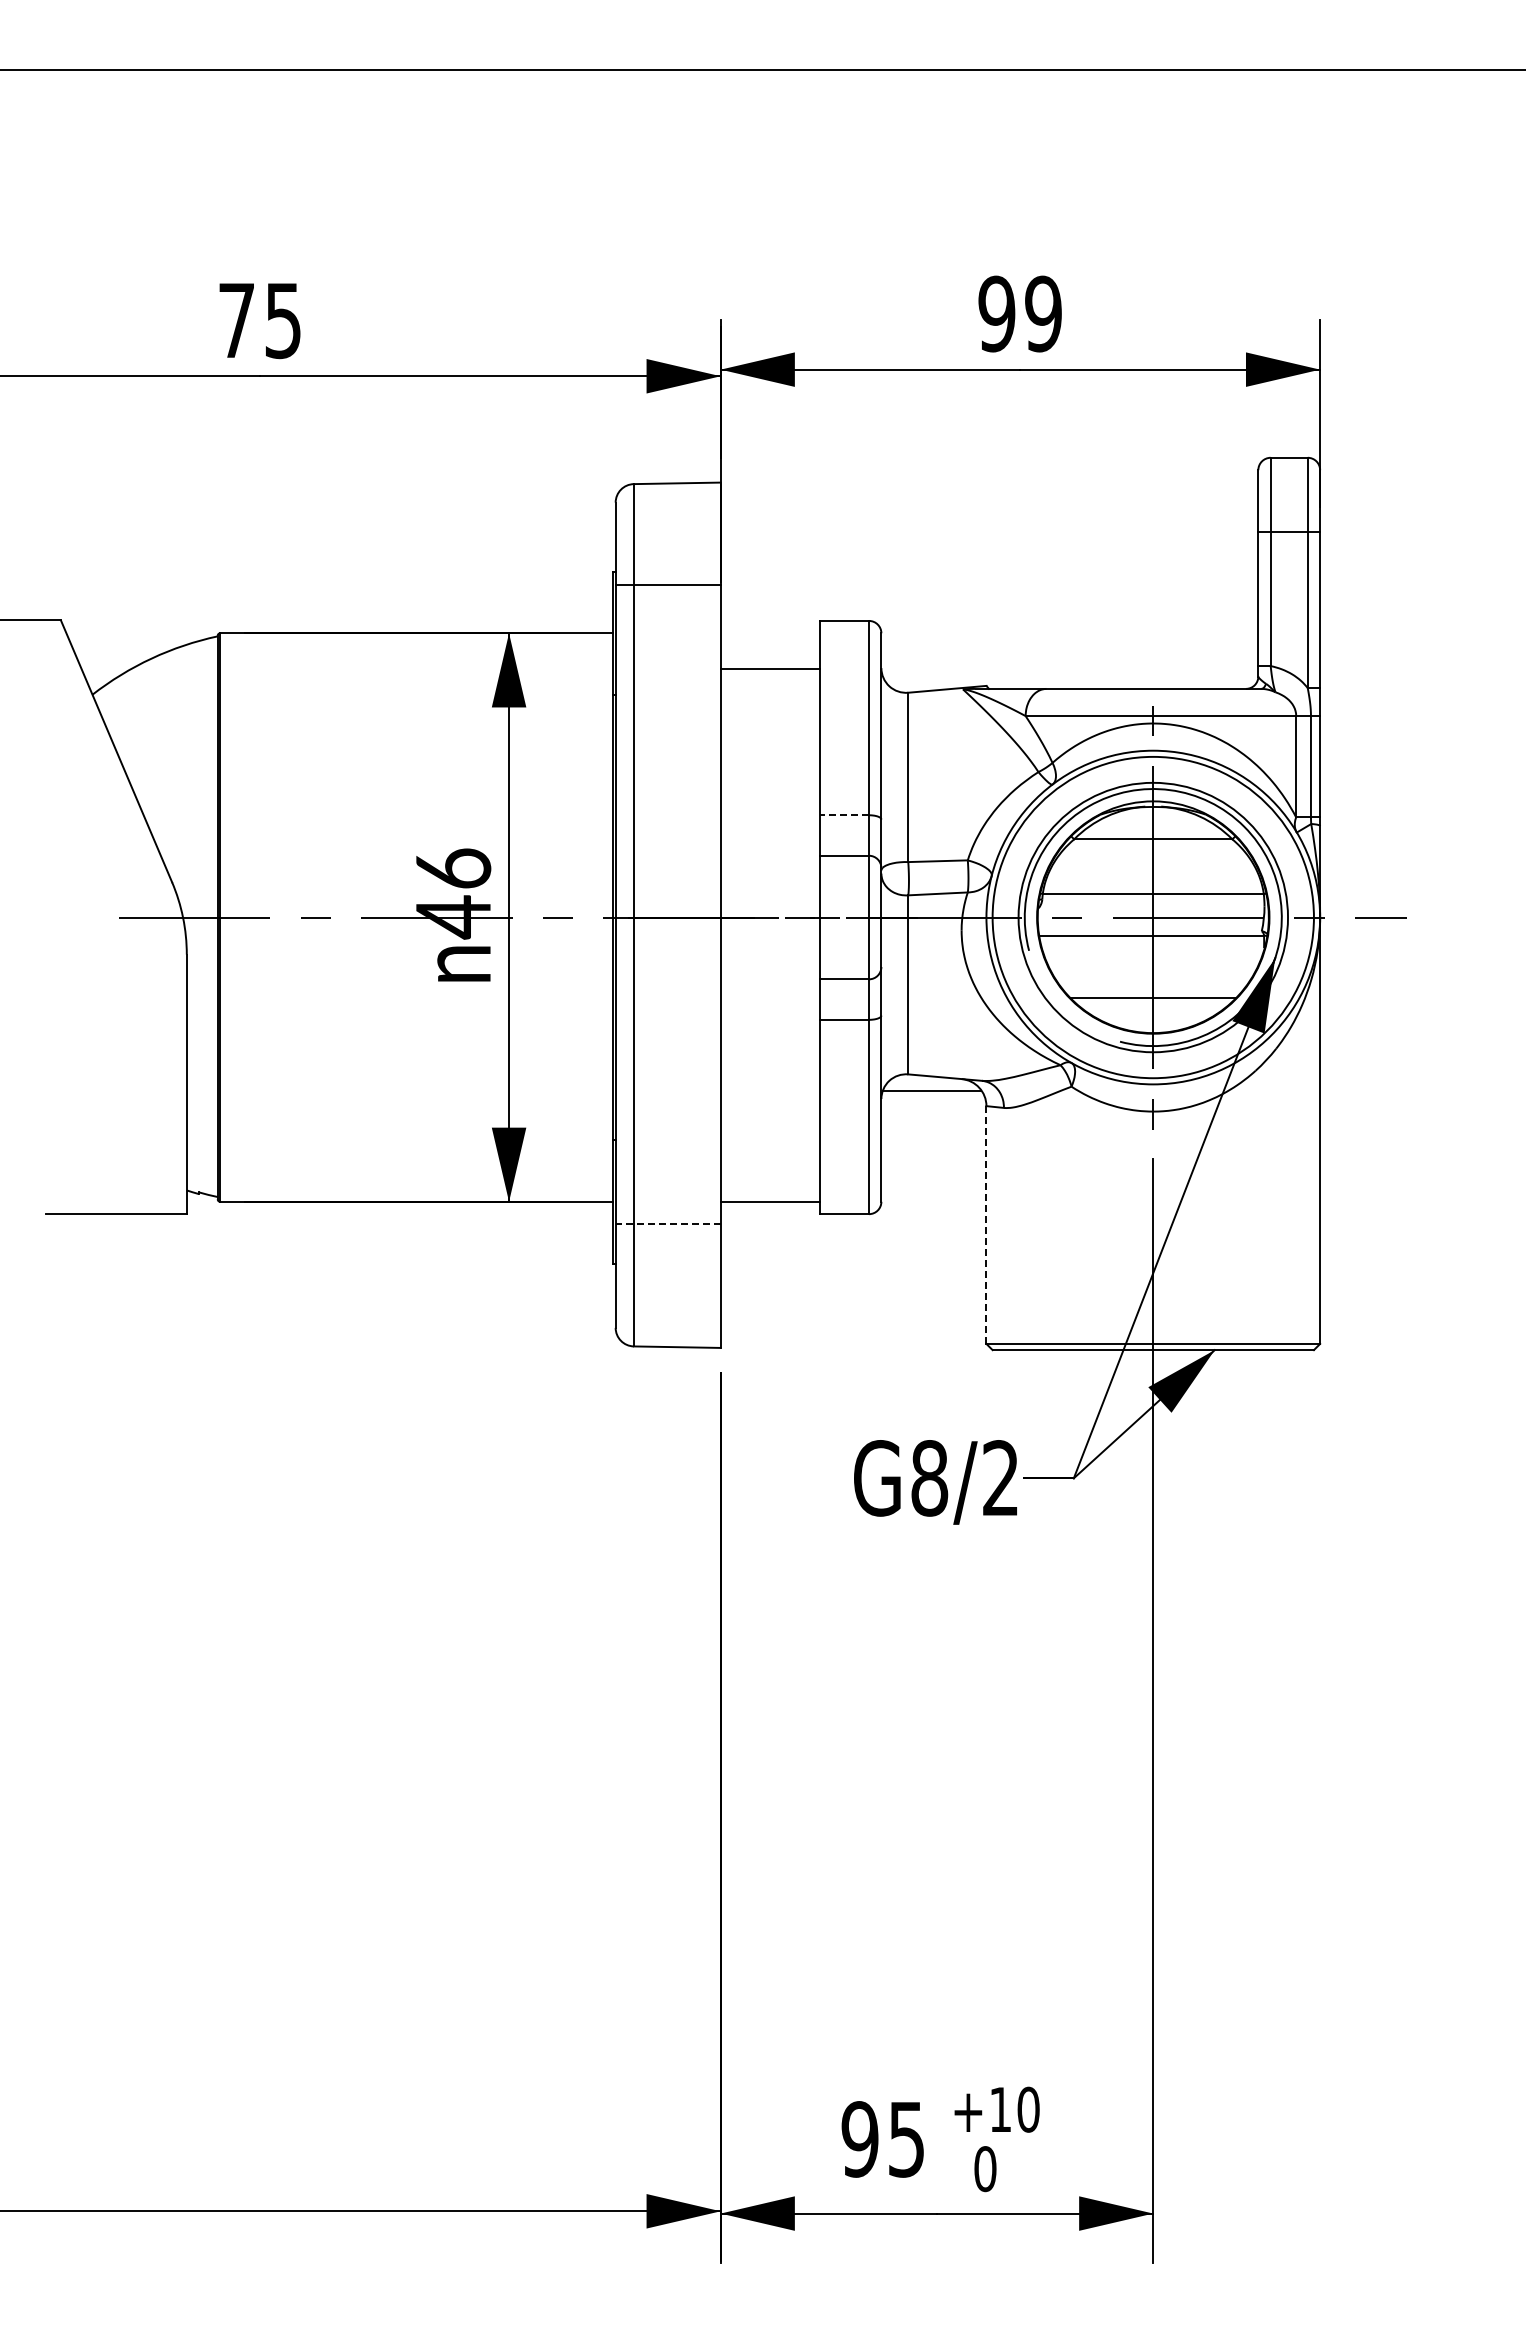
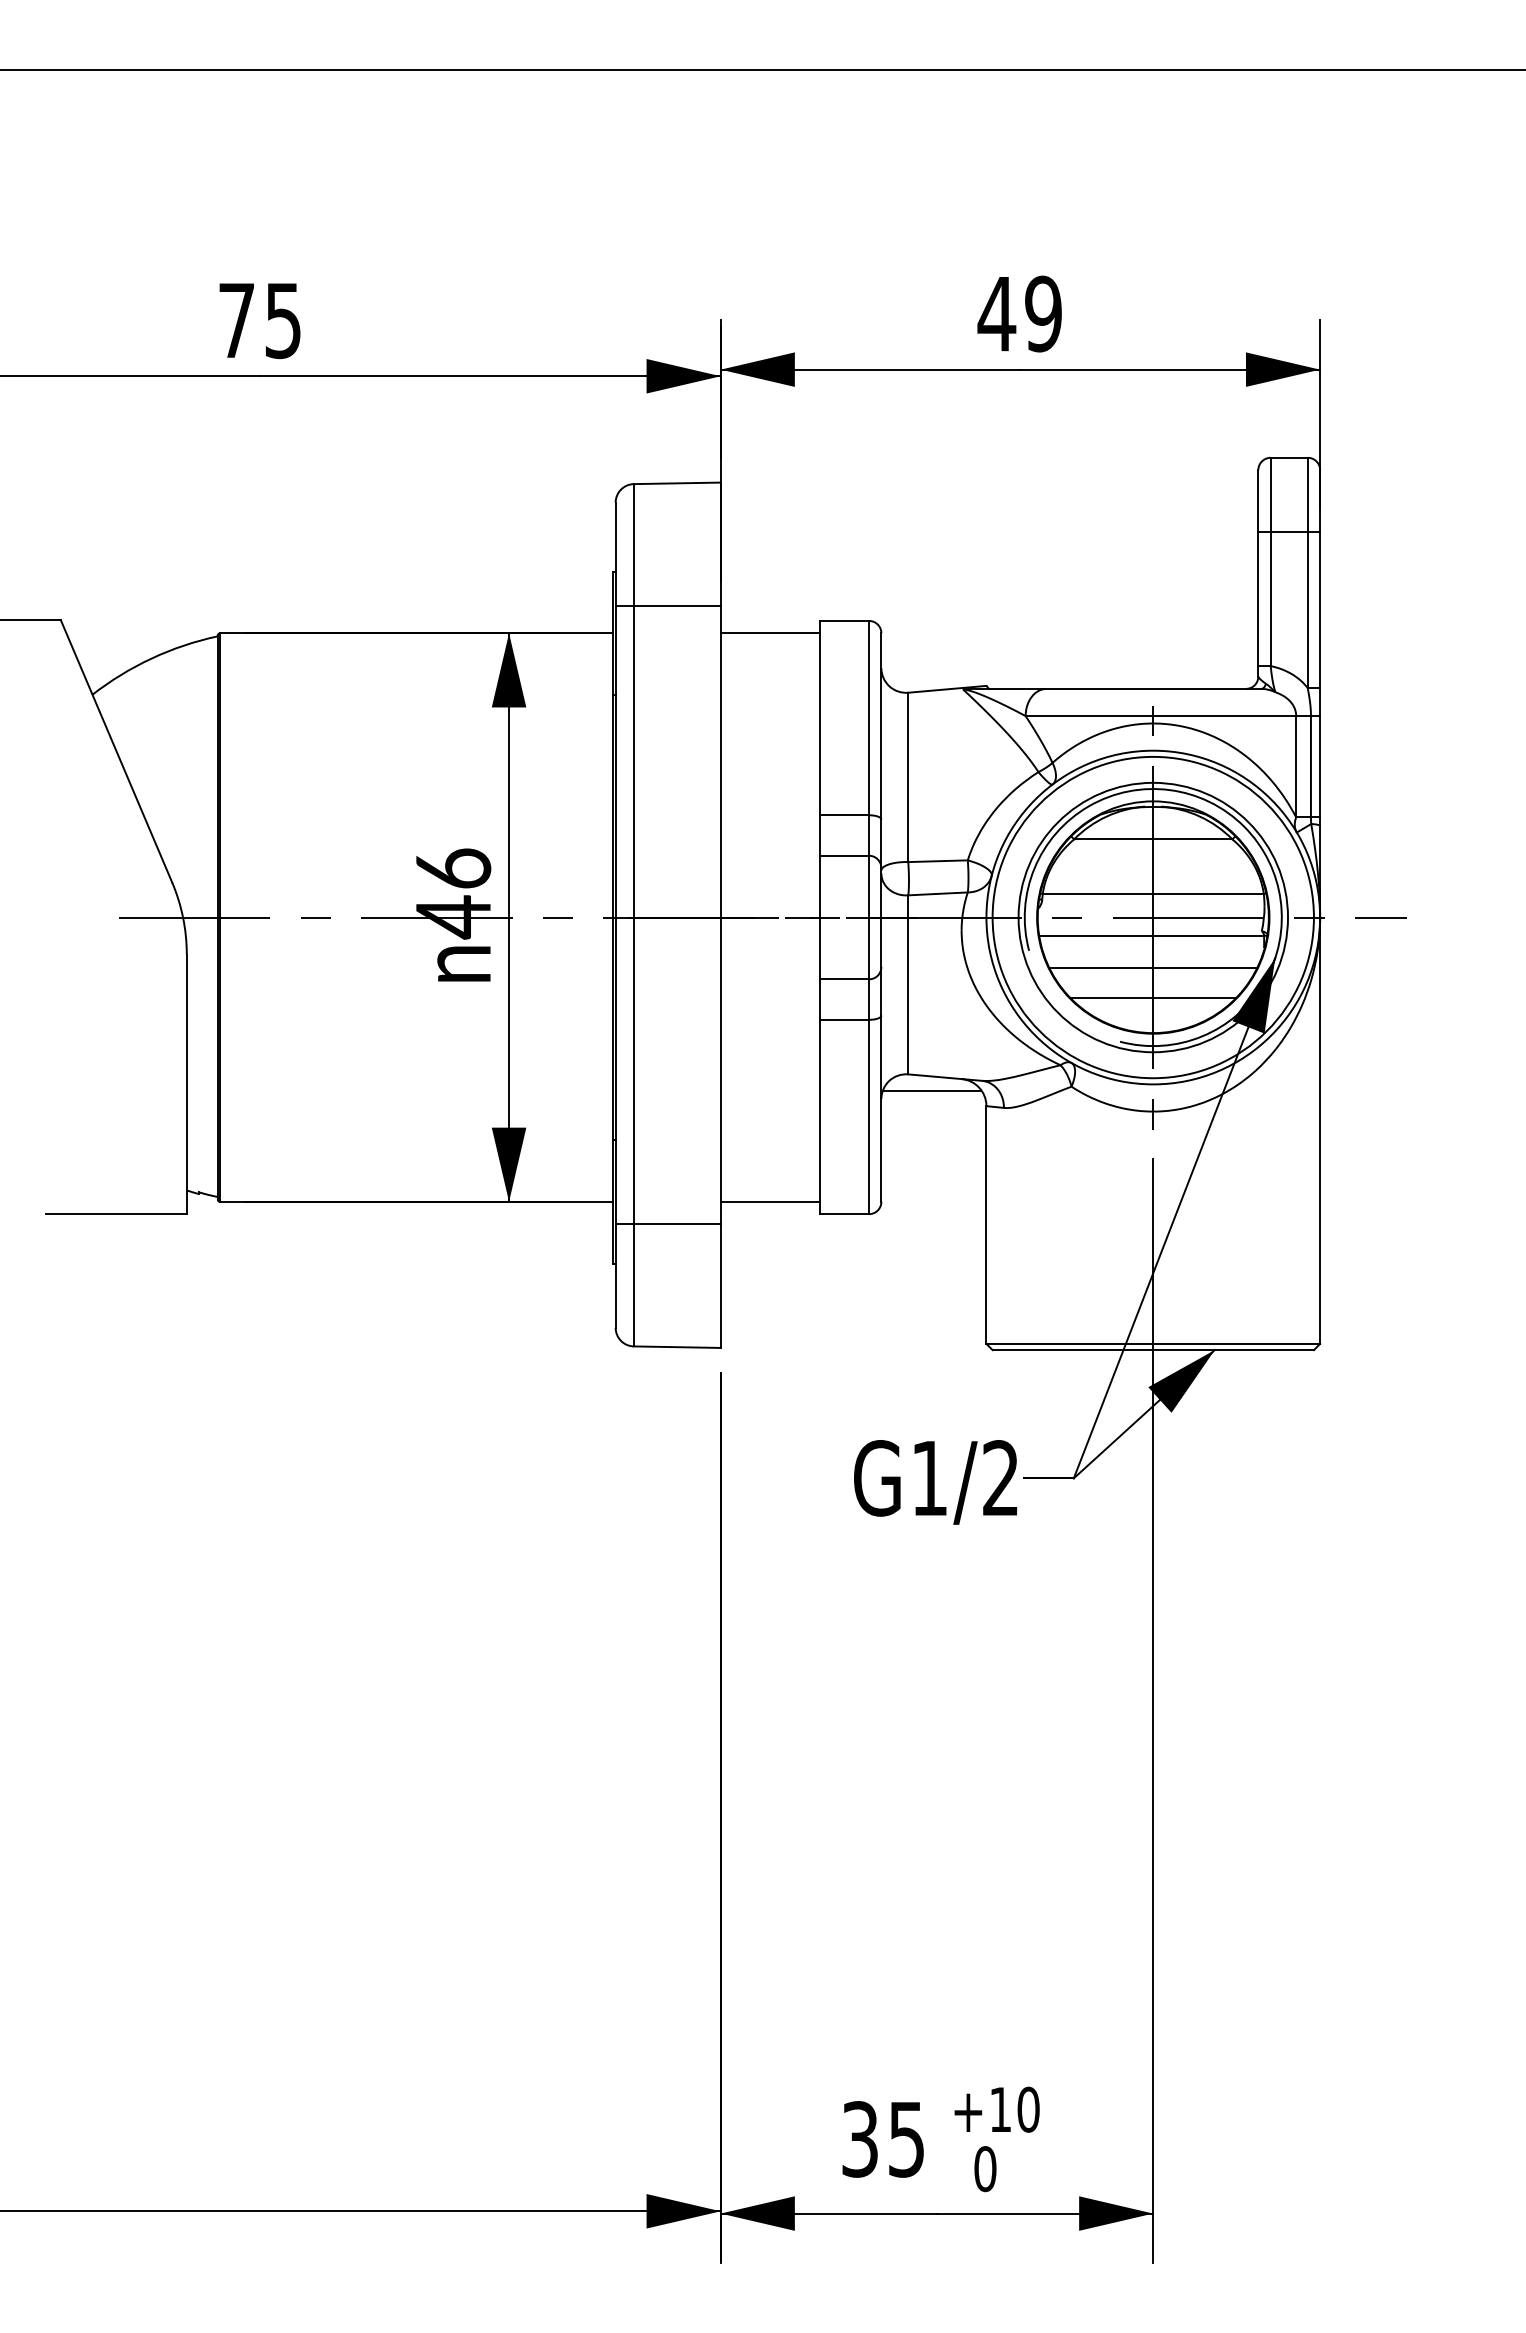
text at (996, 313): 99 -> 49
line at (667, 585) position: (667, 585) -> (667, 606)
line at (769, 669) position: (769, 669) -> (769, 633)
line at (844, 815): dashed -> solid
line at (1153, 968): none -> present
line at (668, 1224): dashed -> solid
line at (986, 1225): dashed -> solid
text at (929, 1478): G8/2 -> G1/2
text at (859, 2139): 95 -> 35
